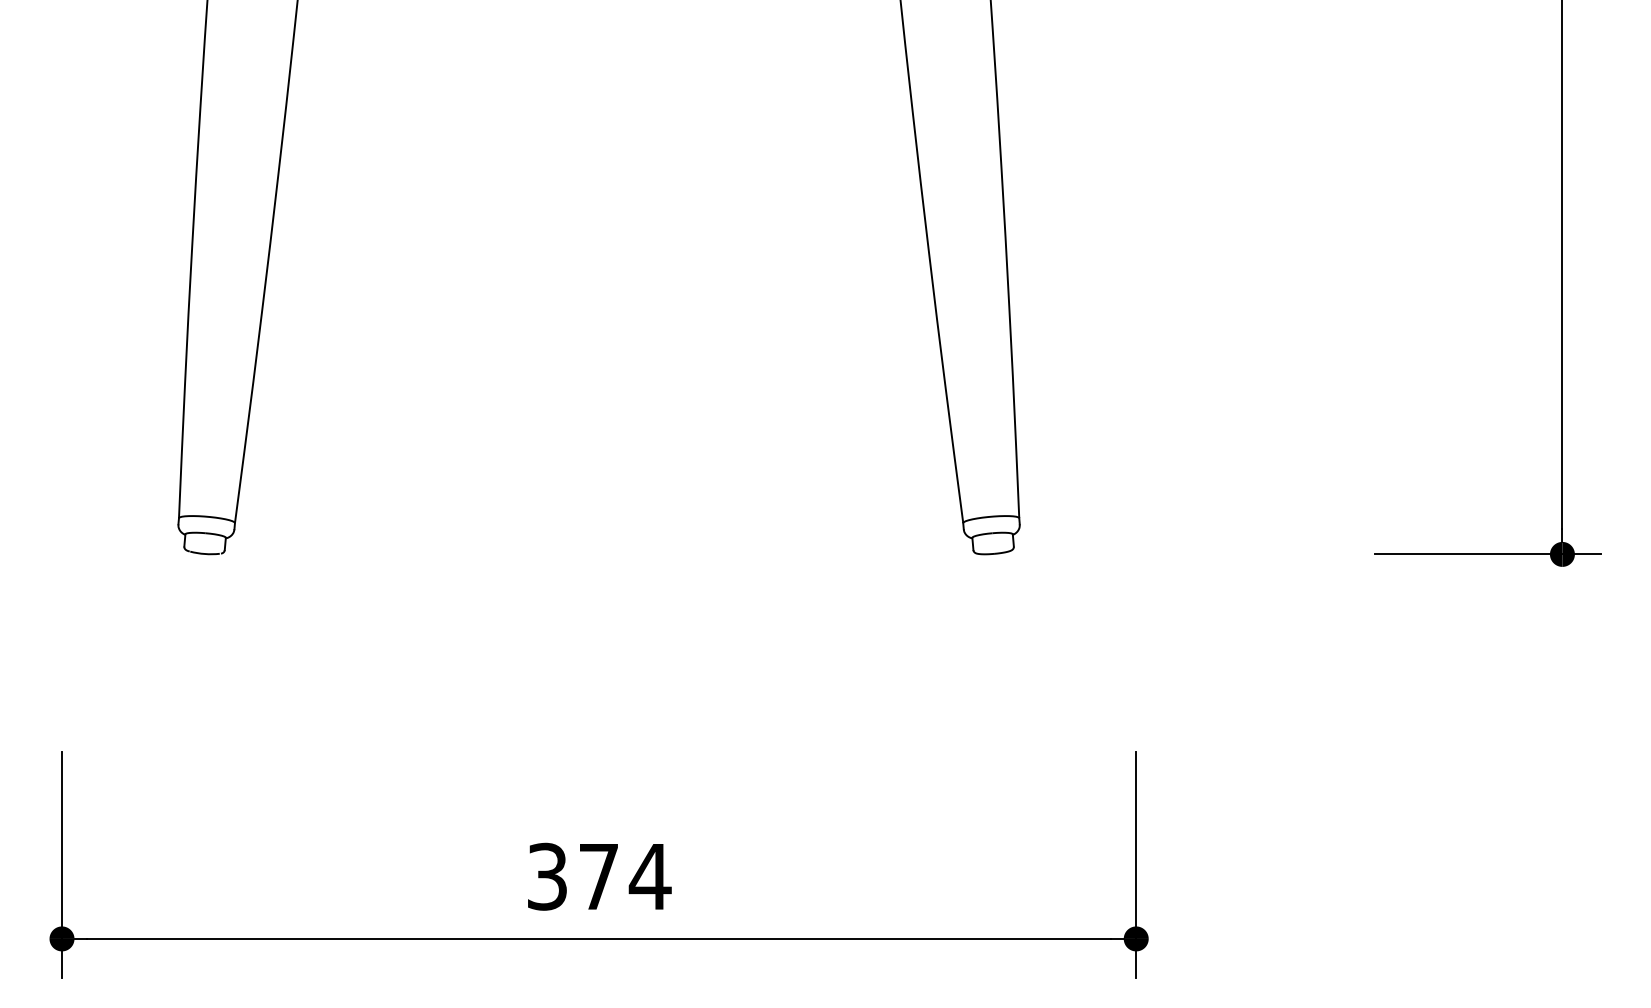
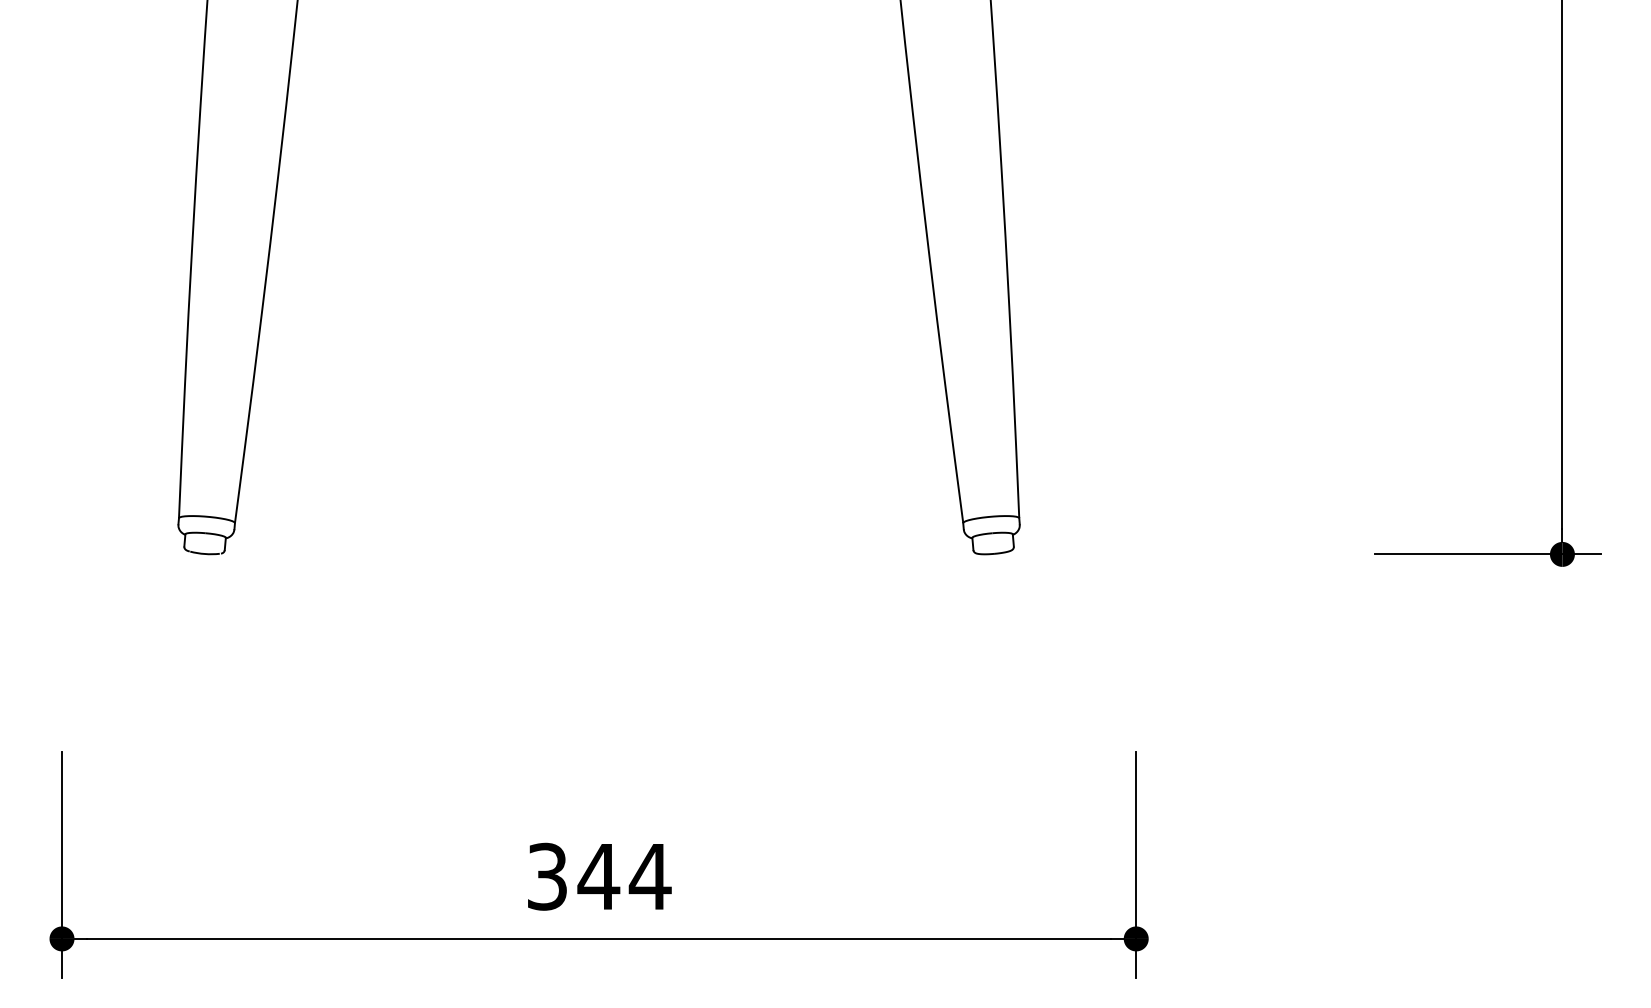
text at (598, 876): 374 -> 344
